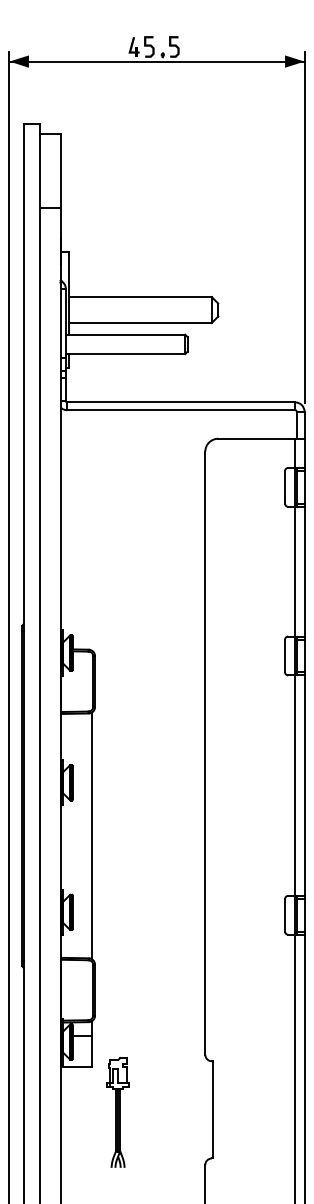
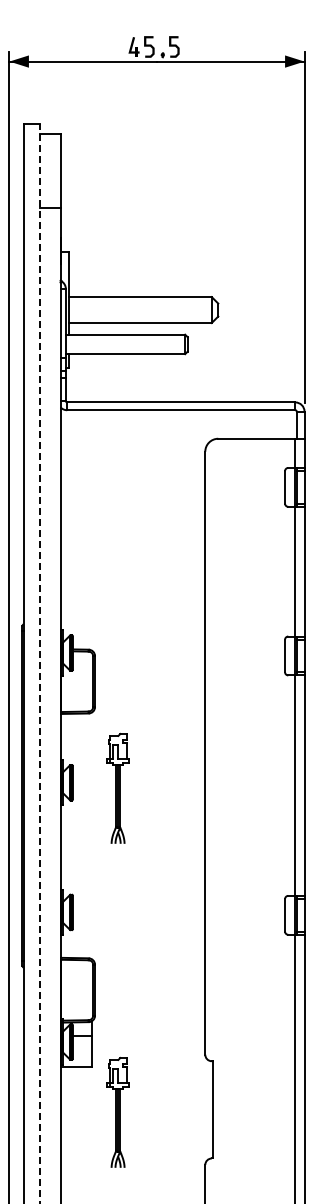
line at (39, 663): solid -> dashed
part at (117, 787): none -> present
line at (91, 835): present -> none
